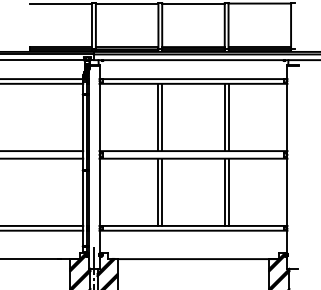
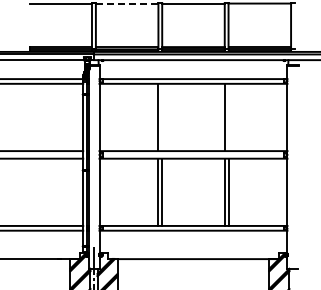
line at (126, 3): solid -> dashed
line at (162, 117): present -> none
line at (228, 117): present -> none
